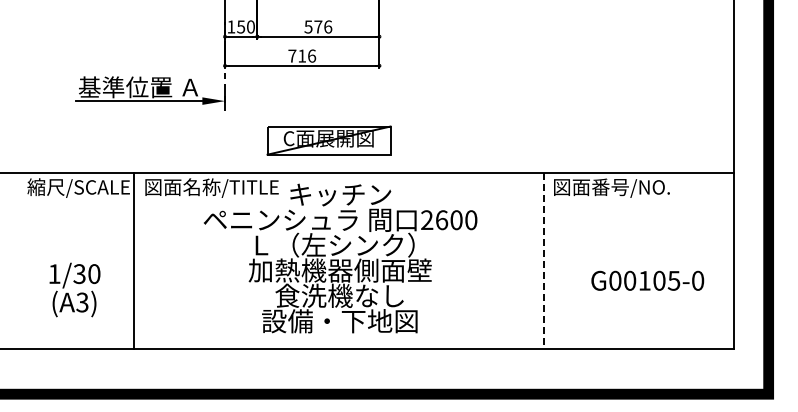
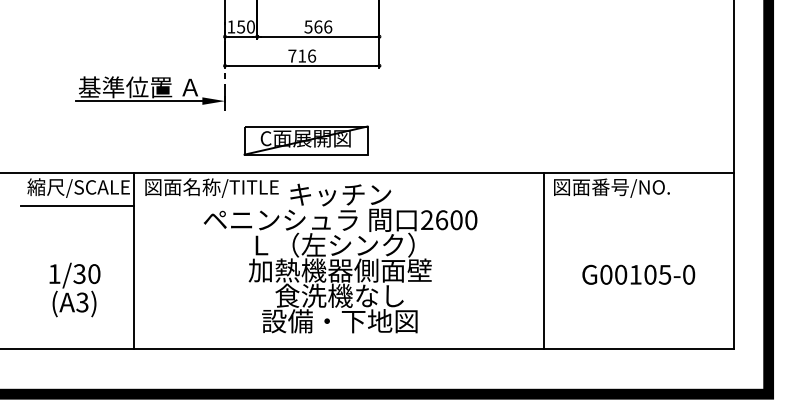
text at (318, 26): 576 -> 566
part at (328, 140) position: (328, 140) -> (305, 140)
line at (76, 205): none -> present
line at (543, 261): dashed -> solid
text at (647, 280) position: (647, 280) -> (638, 274)
